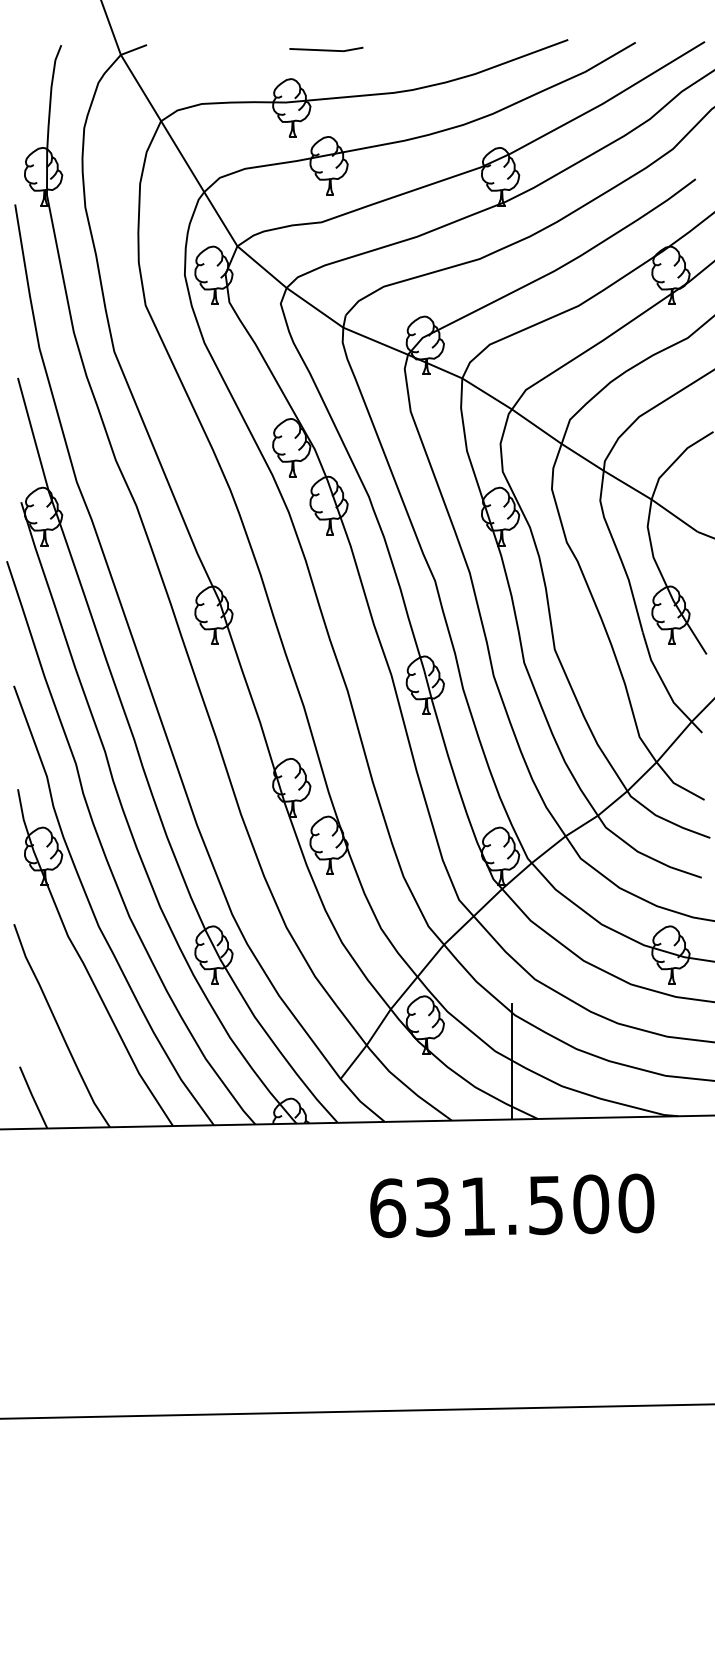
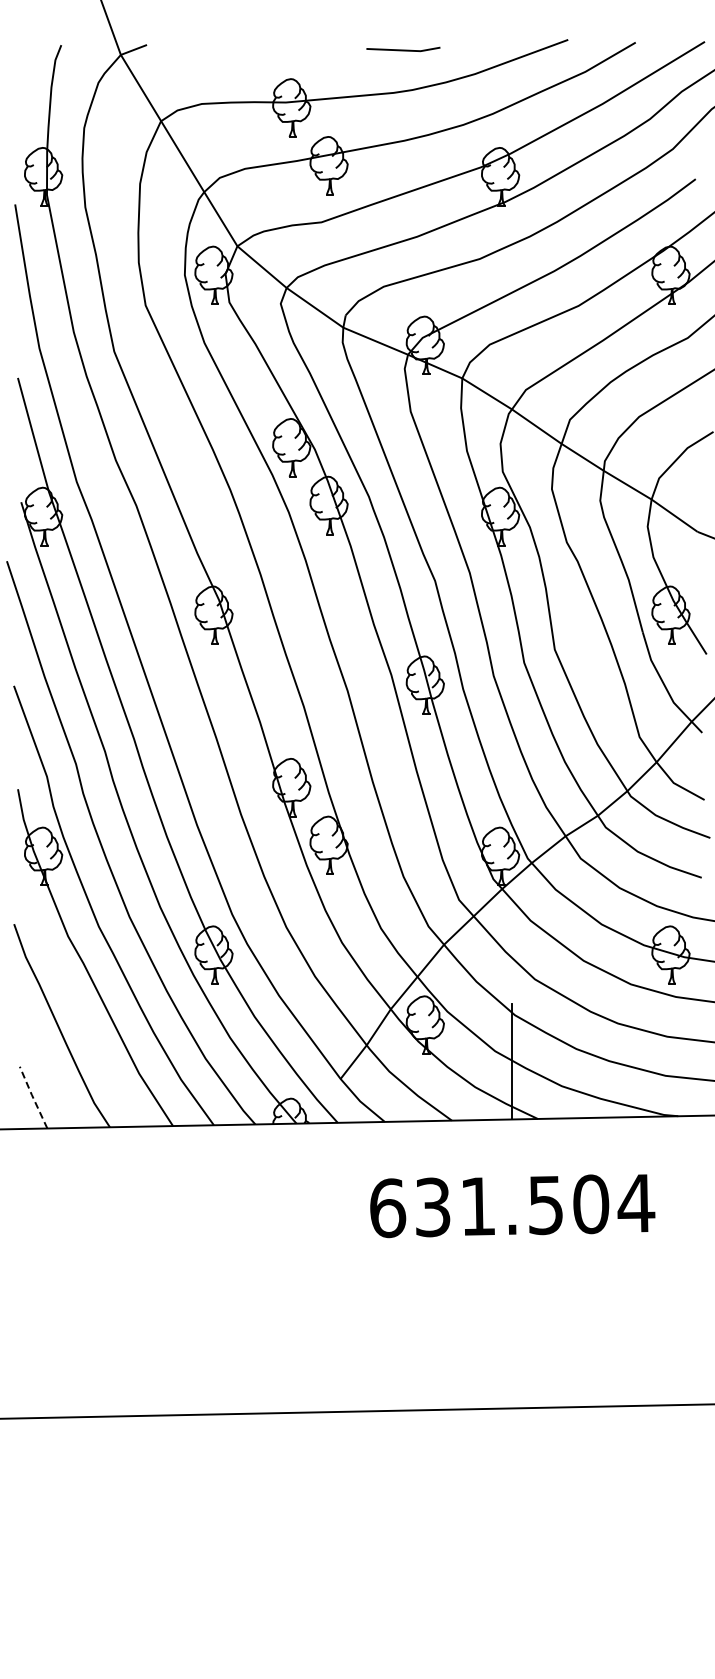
line at (326, 49) position: (326, 49) -> (403, 49)
line at (32, 1096): solid -> dashed
text at (636, 1203): 631.500 -> 631.504
